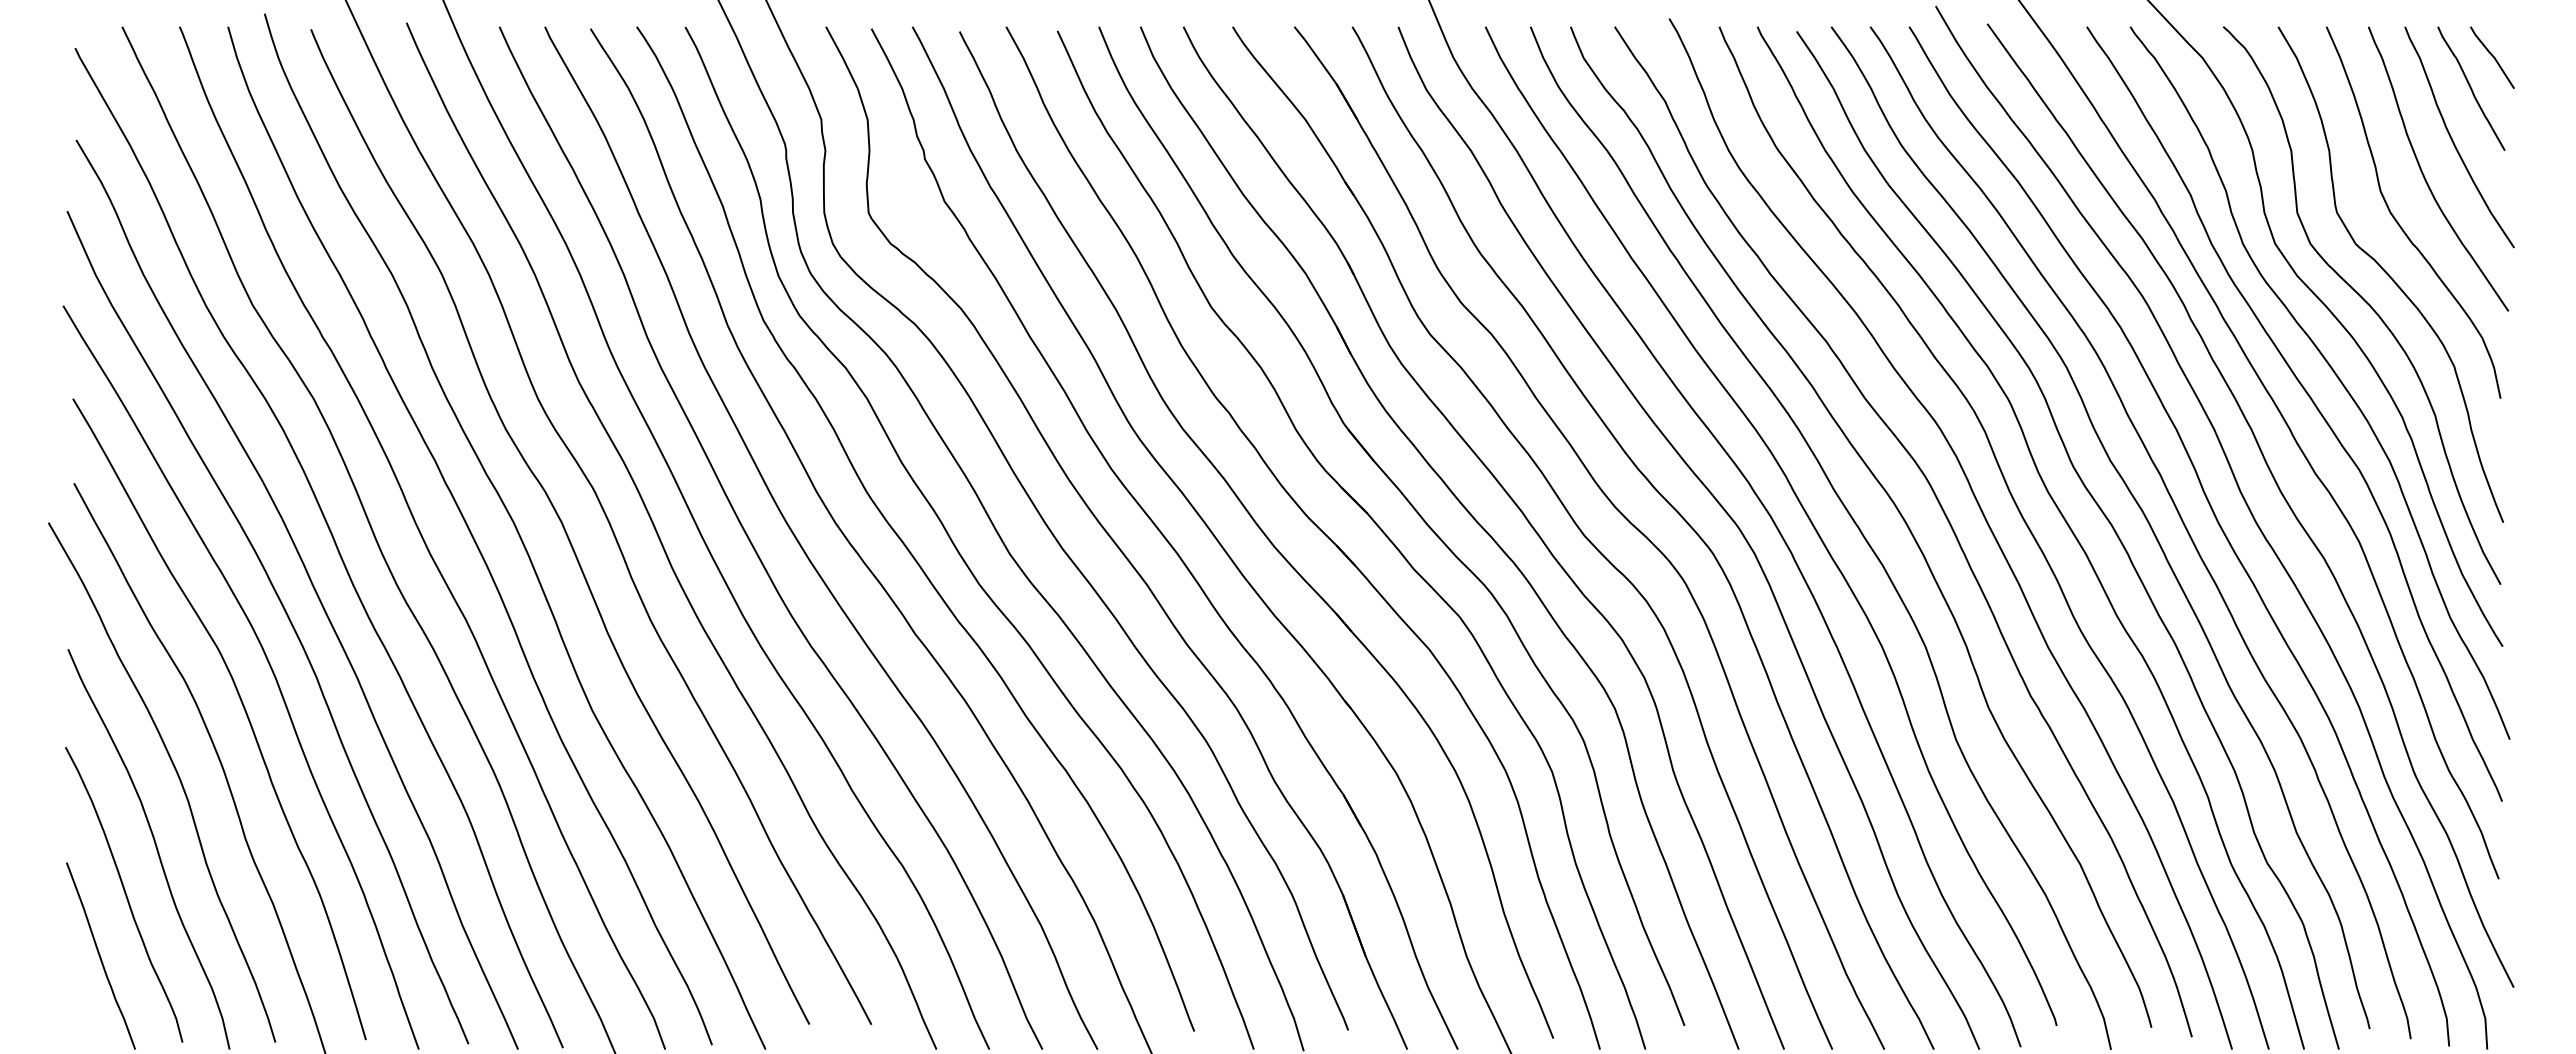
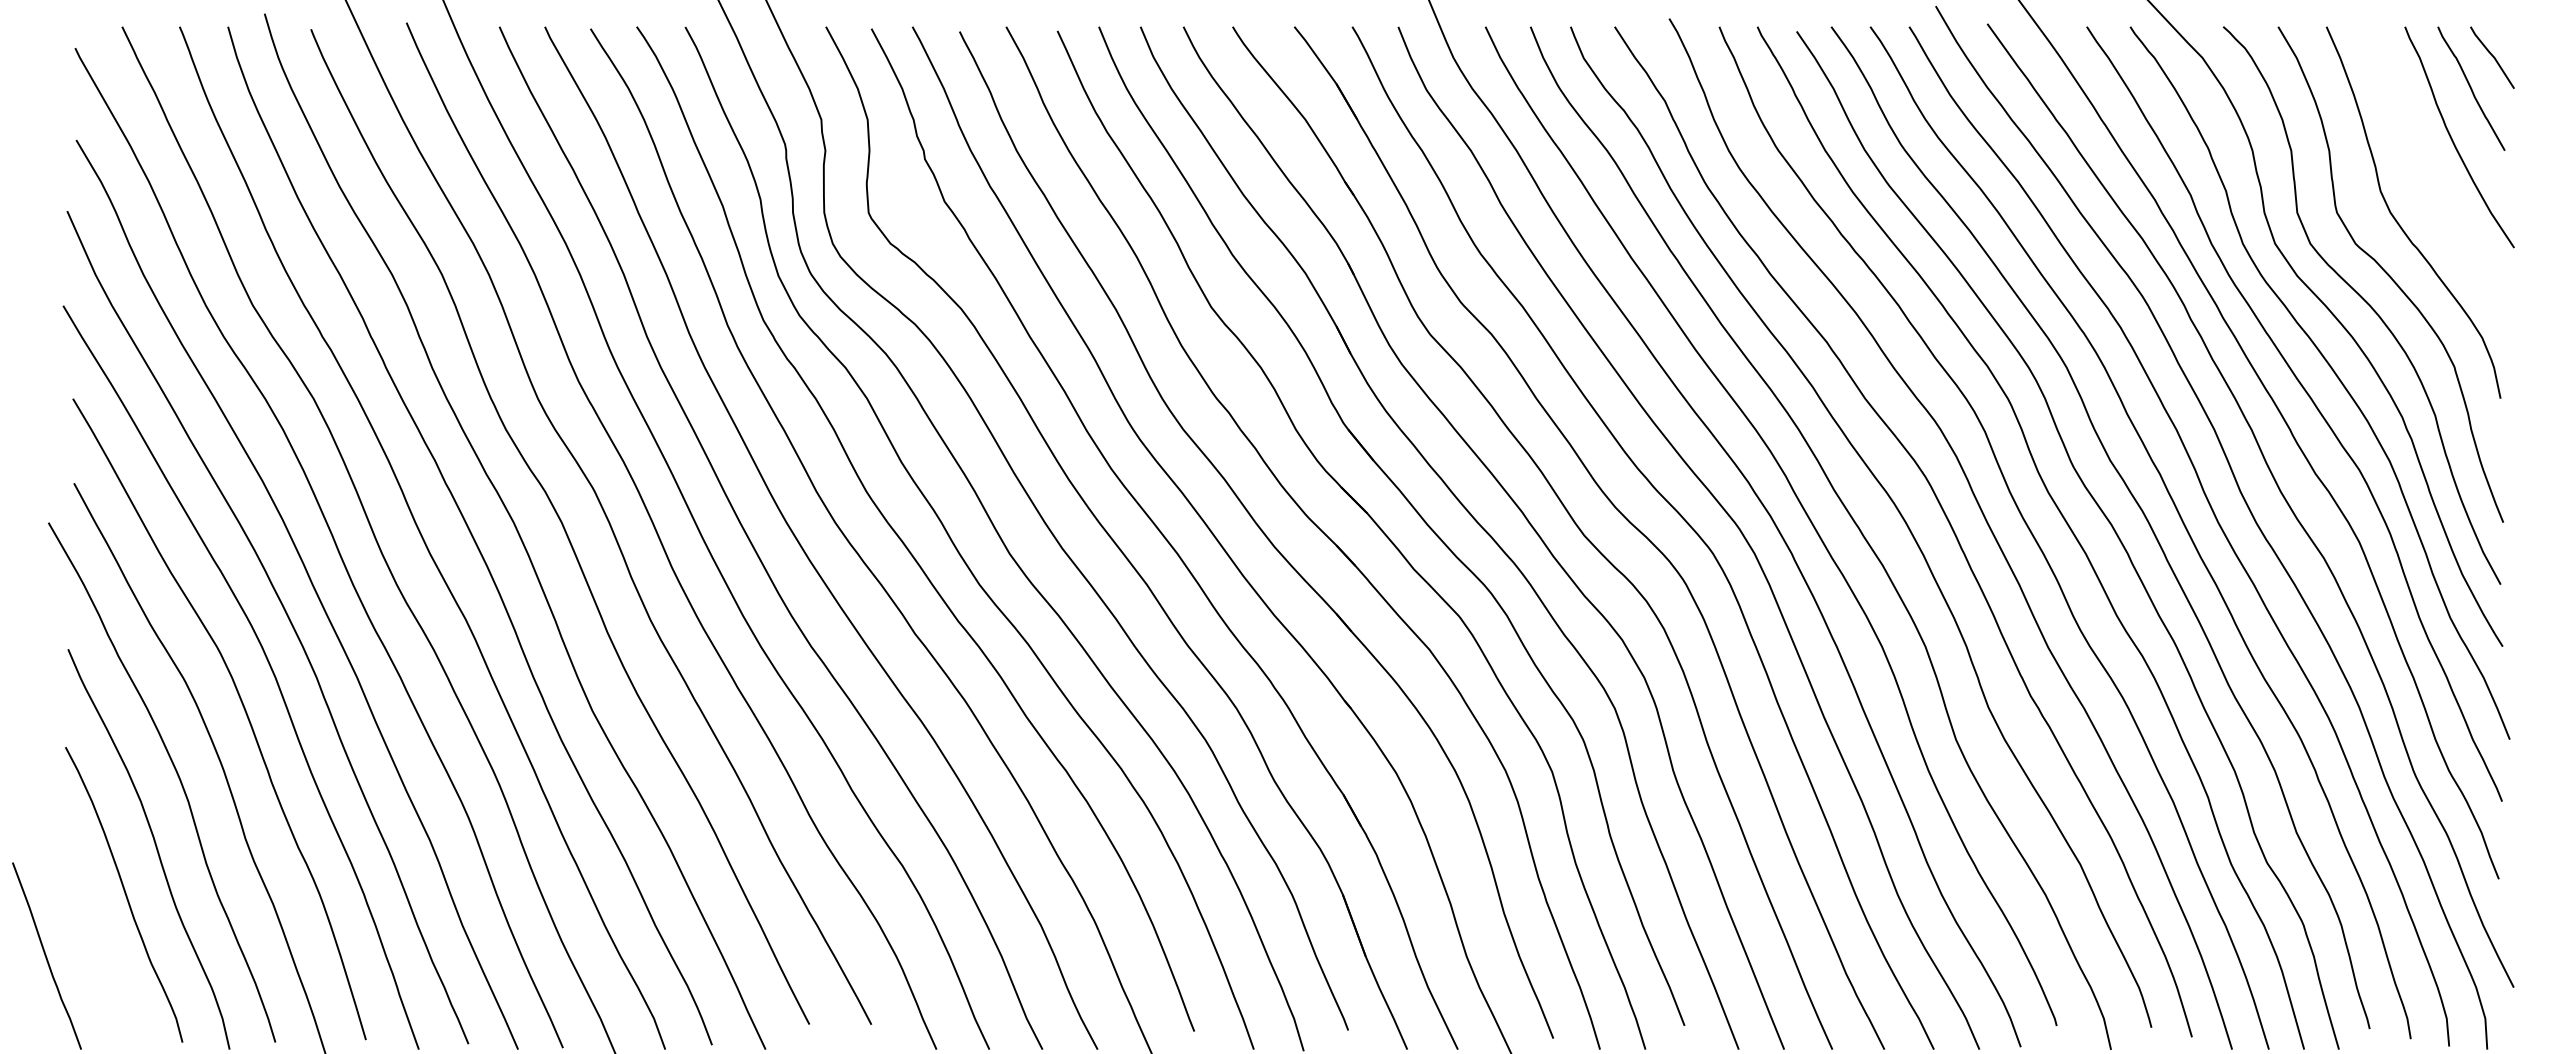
curve at (2423, 172): present -> none
curve at (100, 955) position: (100, 955) -> (46, 955)
